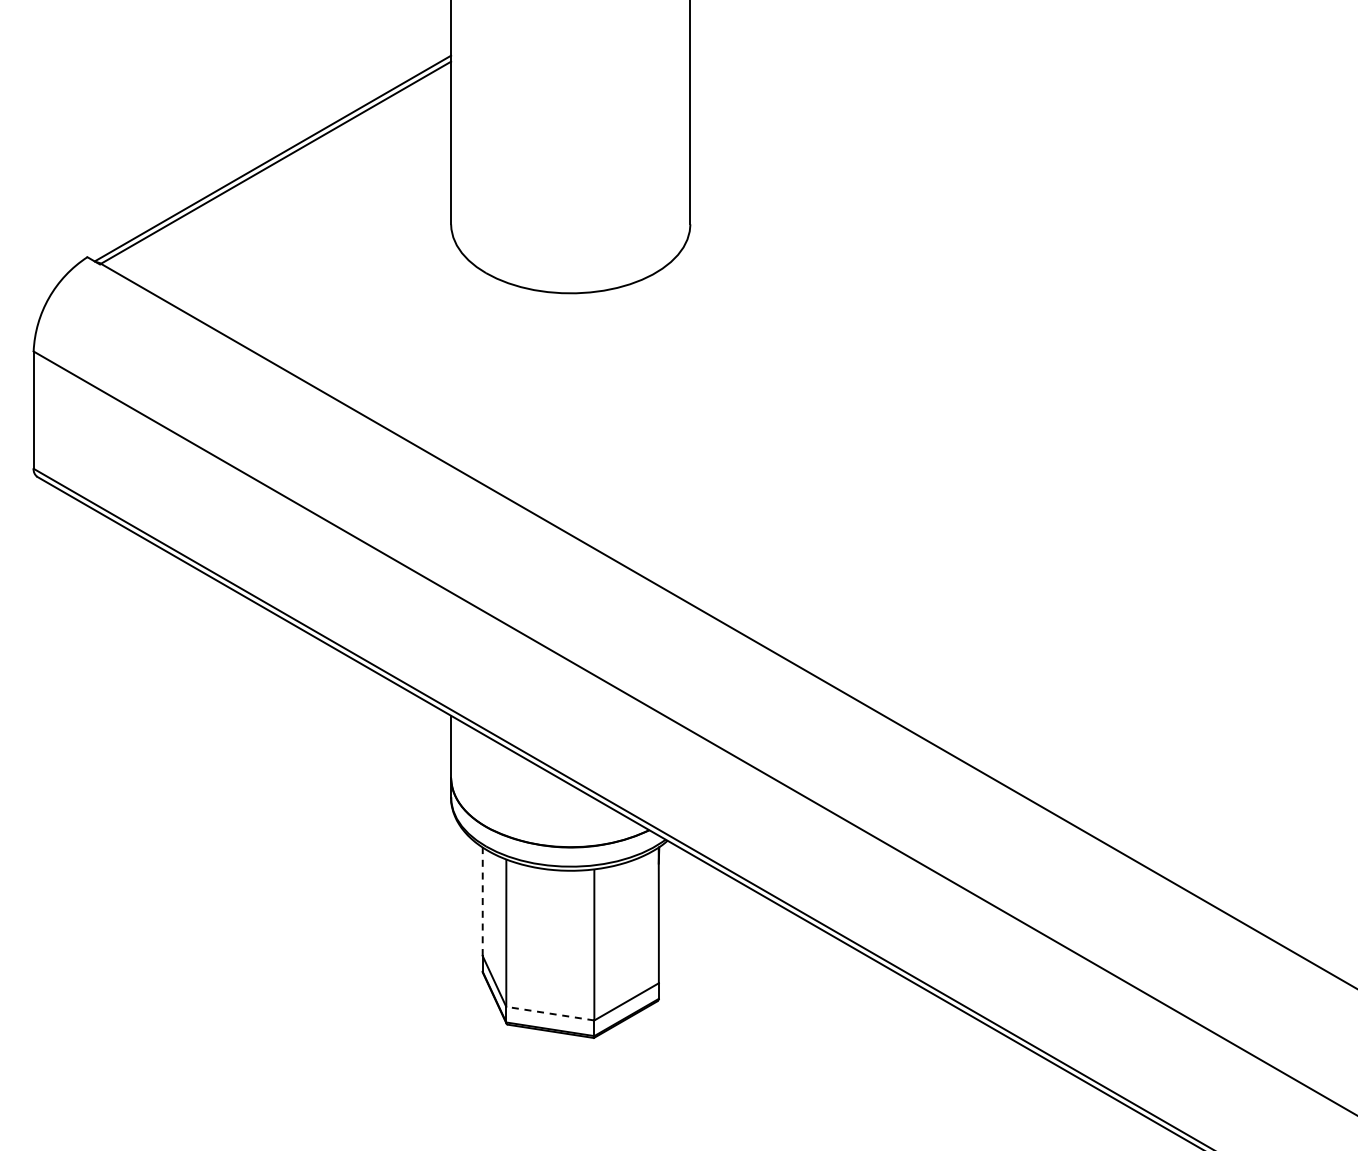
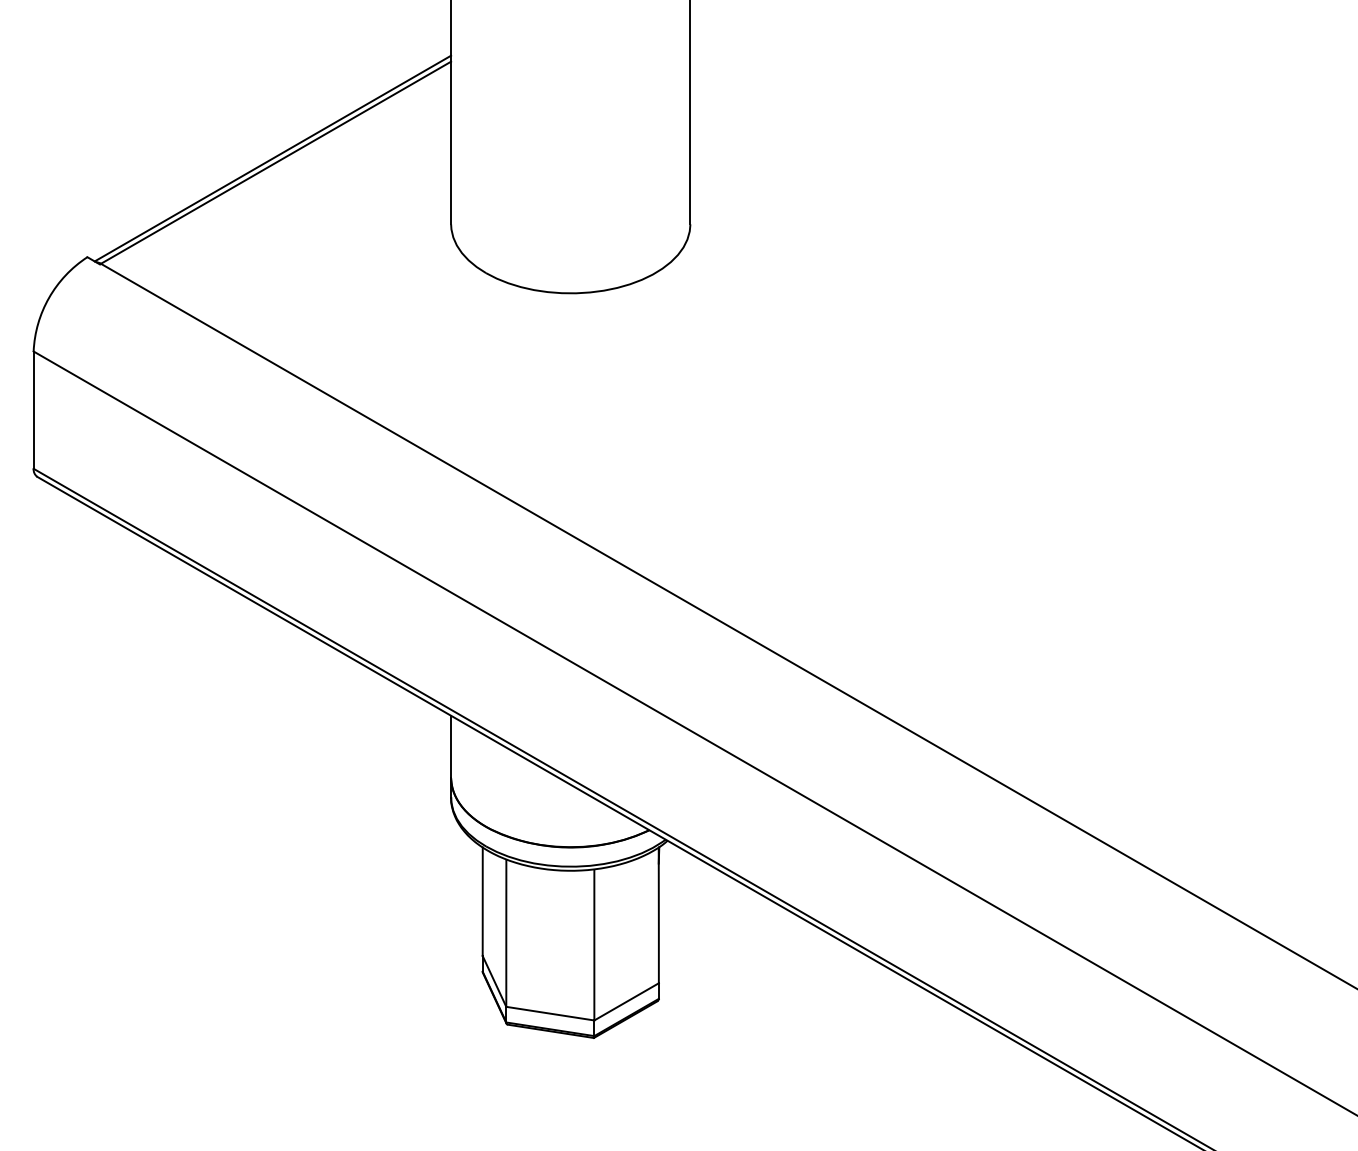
line at (482, 901): dashed -> solid
line at (550, 1013): dashed -> solid
